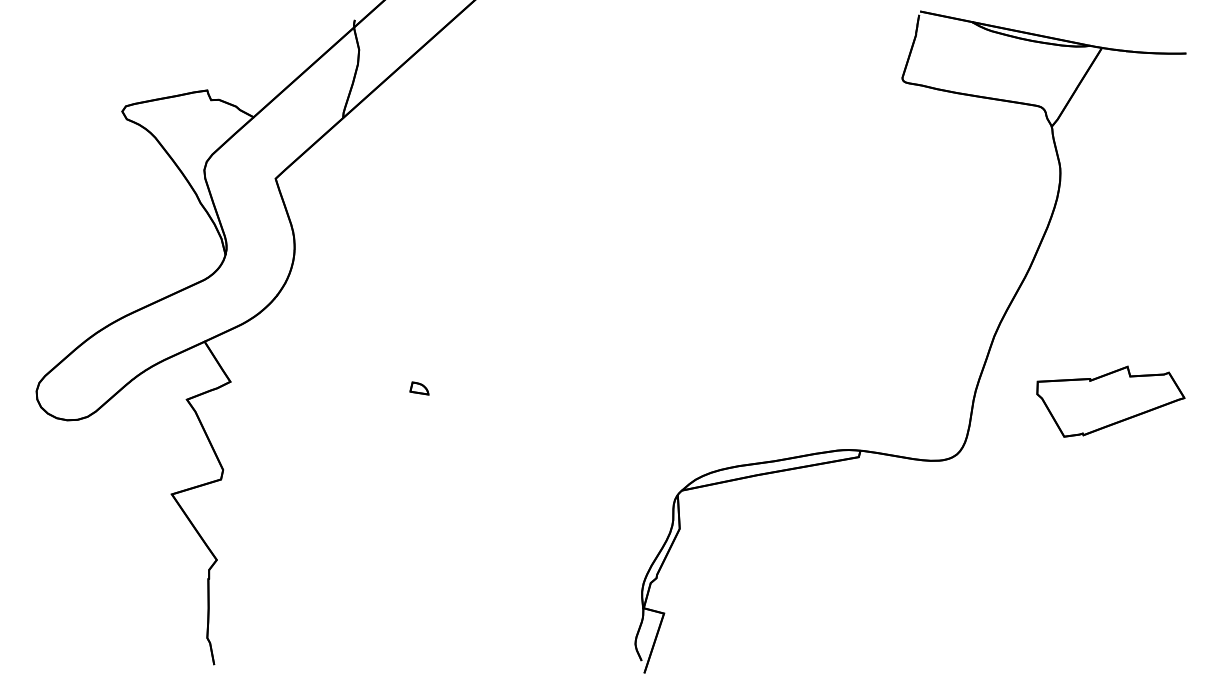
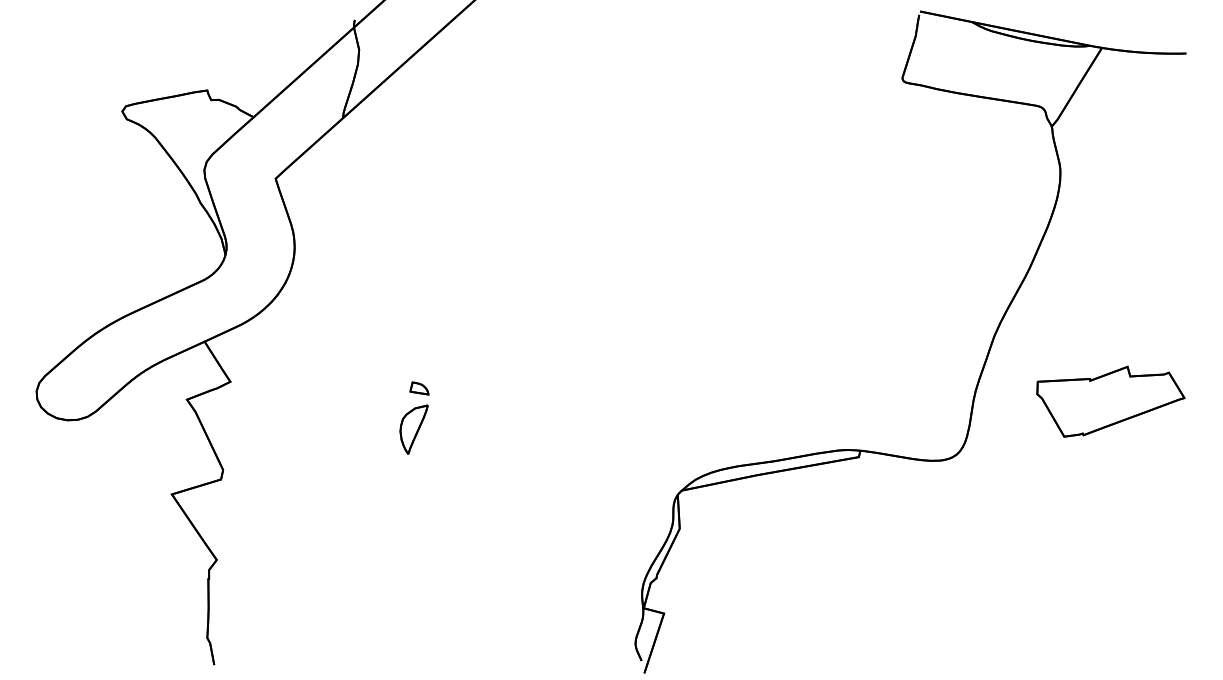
part at (413, 429): none -> present
